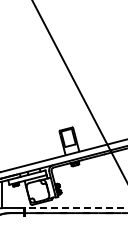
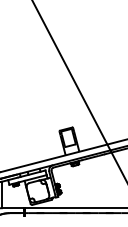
line at (75, 208): dashed -> solid
